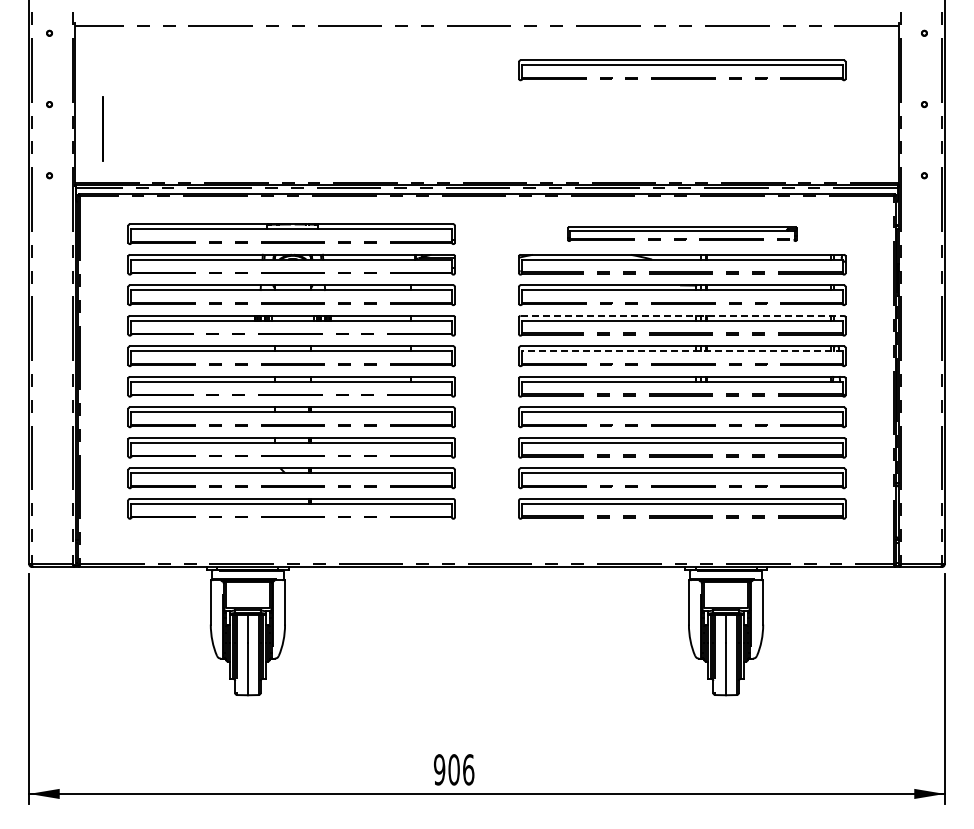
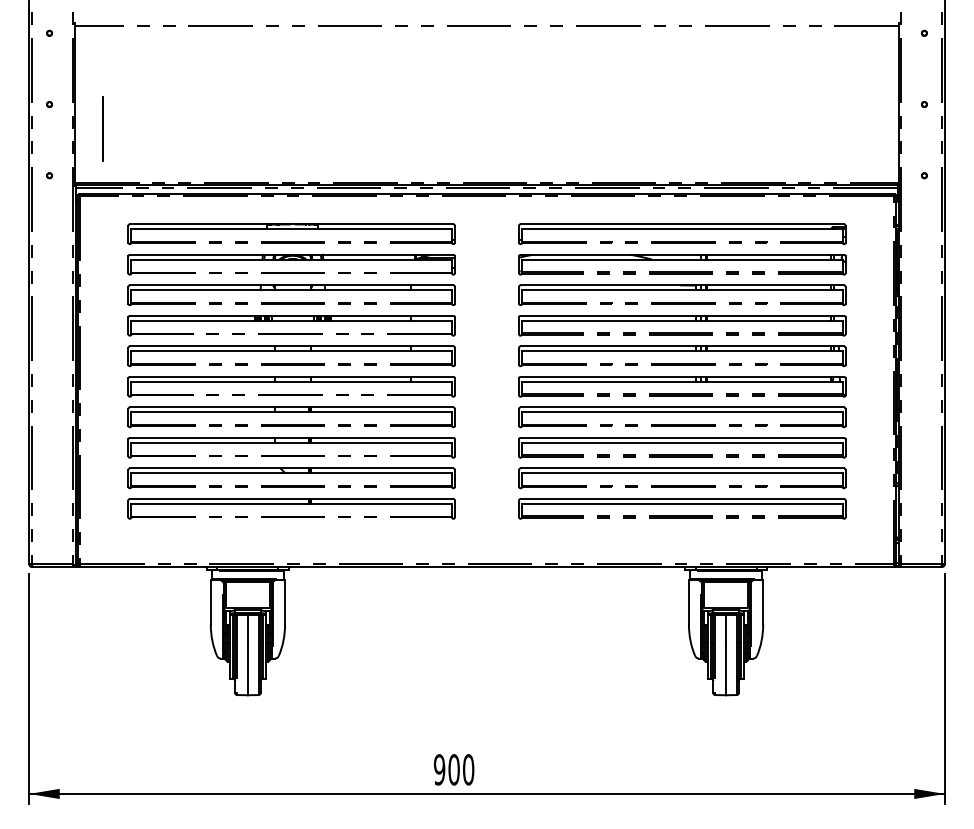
part at (682, 70): present -> none
part at (682, 233) size: 231x16 px -> 329x22 px
line at (682, 315): dashed -> solid
line at (681, 351): dashed -> solid
text at (468, 769): 906 -> 900
